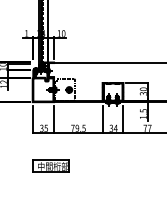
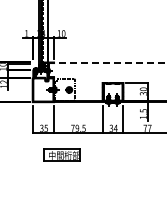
line at (107, 63): solid -> dashed
part at (50, 165) position: (50, 165) -> (61, 154)
